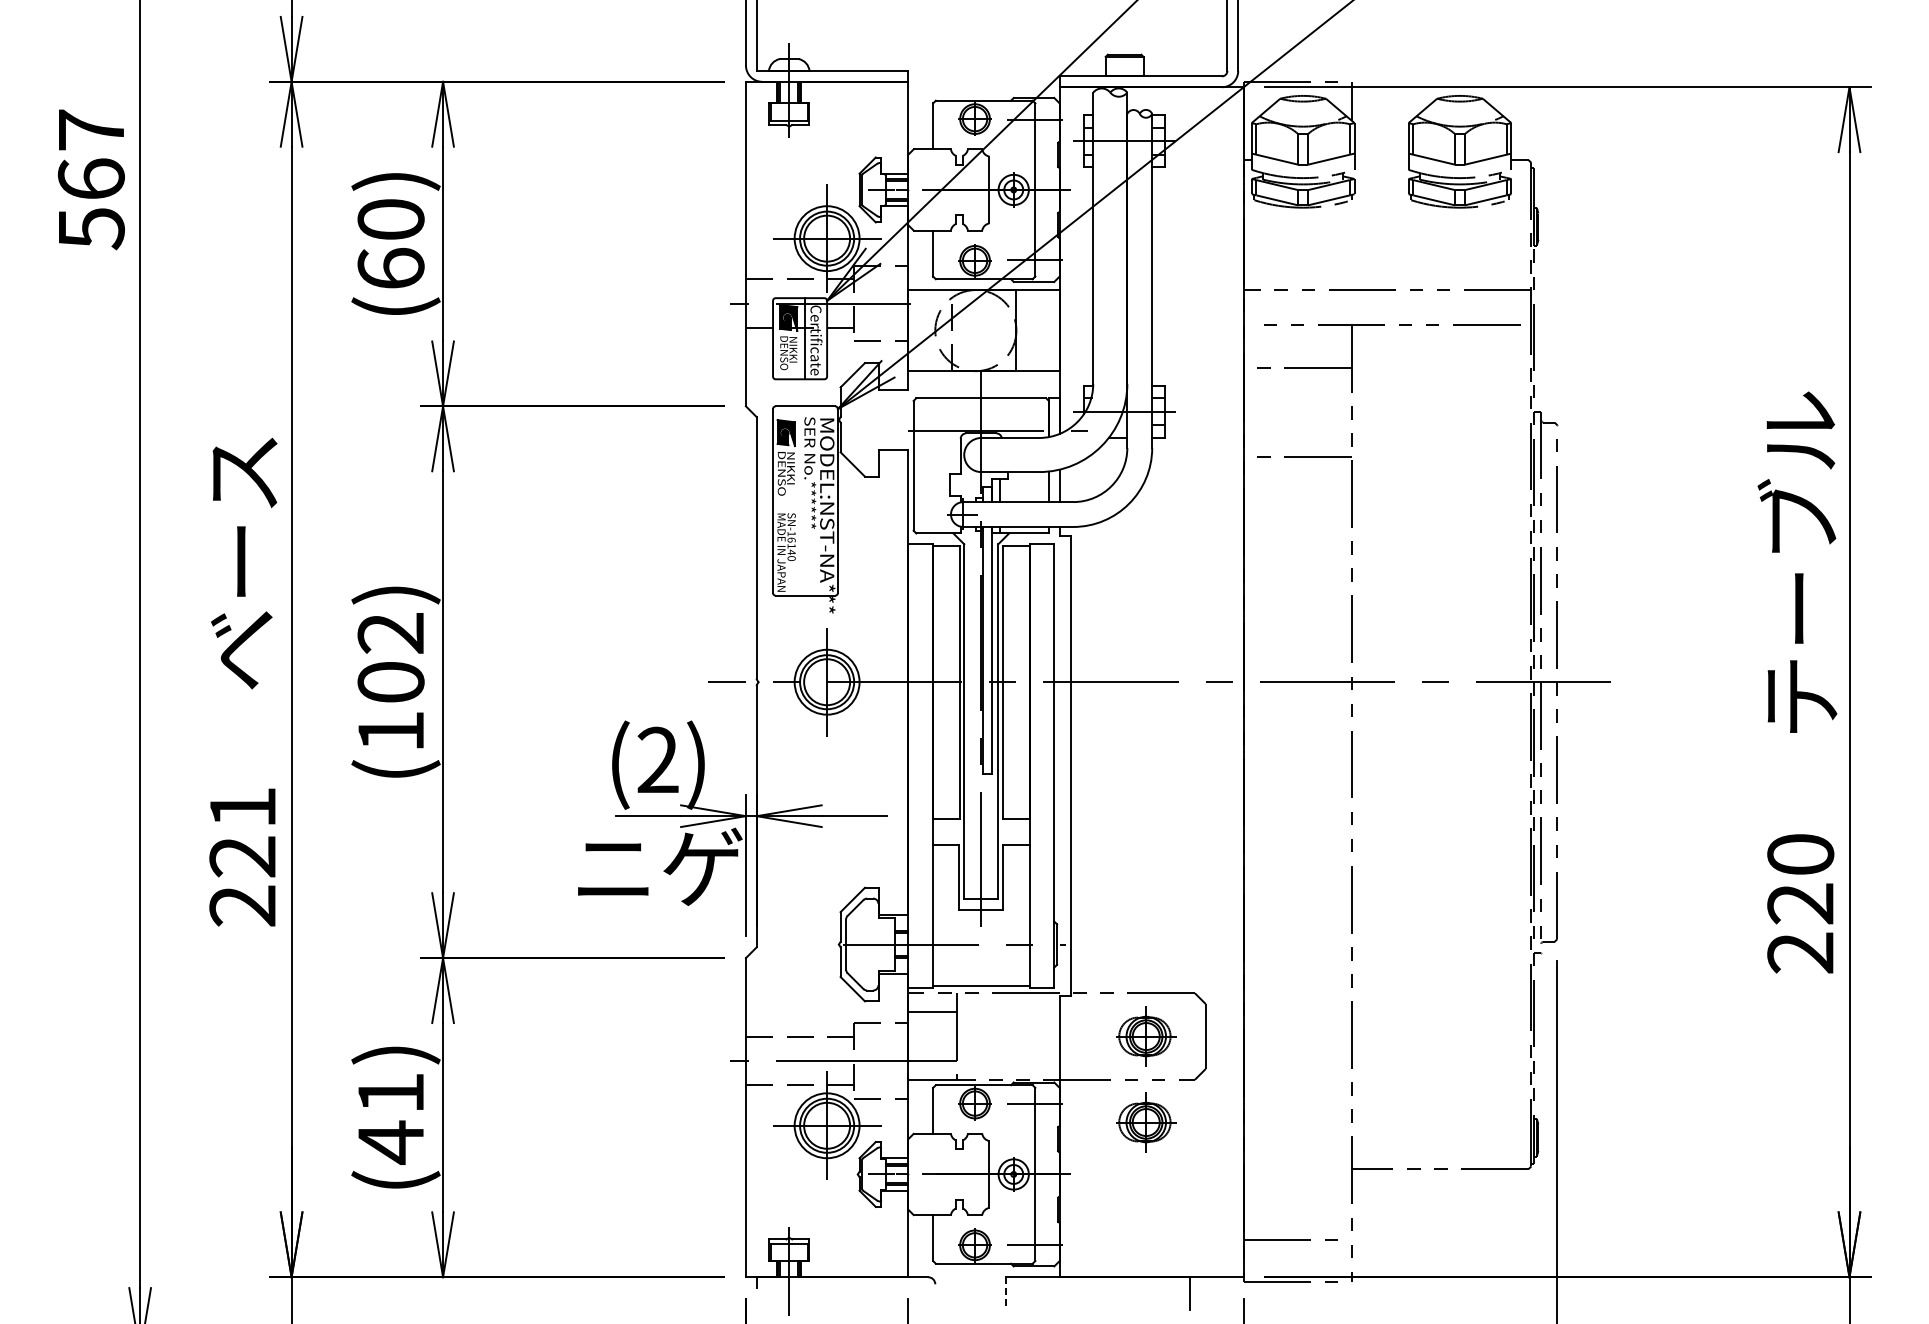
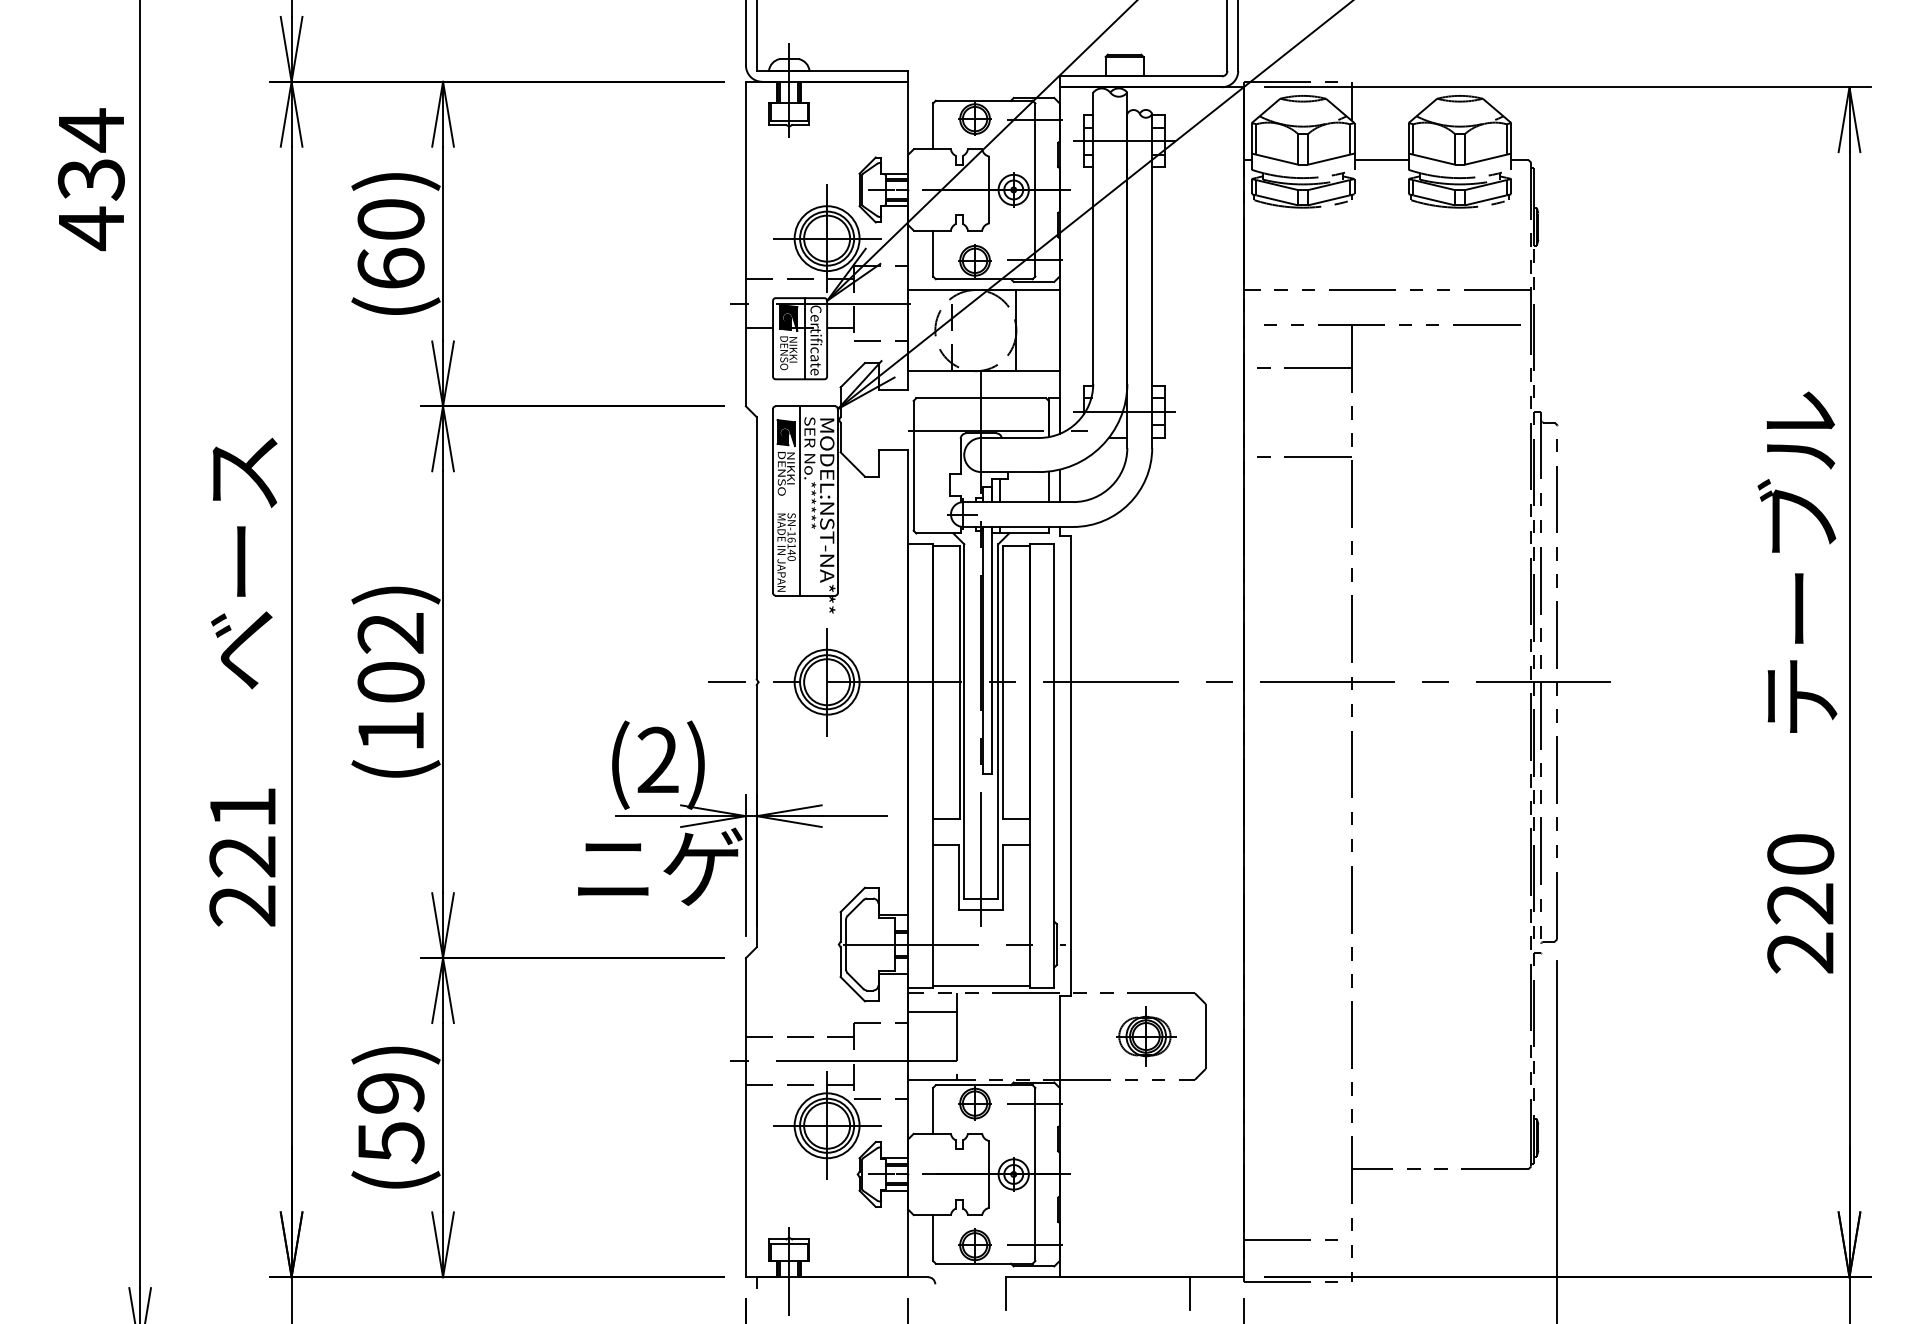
line at (1381, 160): none -> present
text at (90, 179): 567 -> 434
line at (800, 500): none -> present
text at (390, 1118): (41) -> (59)
part at (1146, 1122): present -> none
line at (1005, 1293): dashed -> solid
